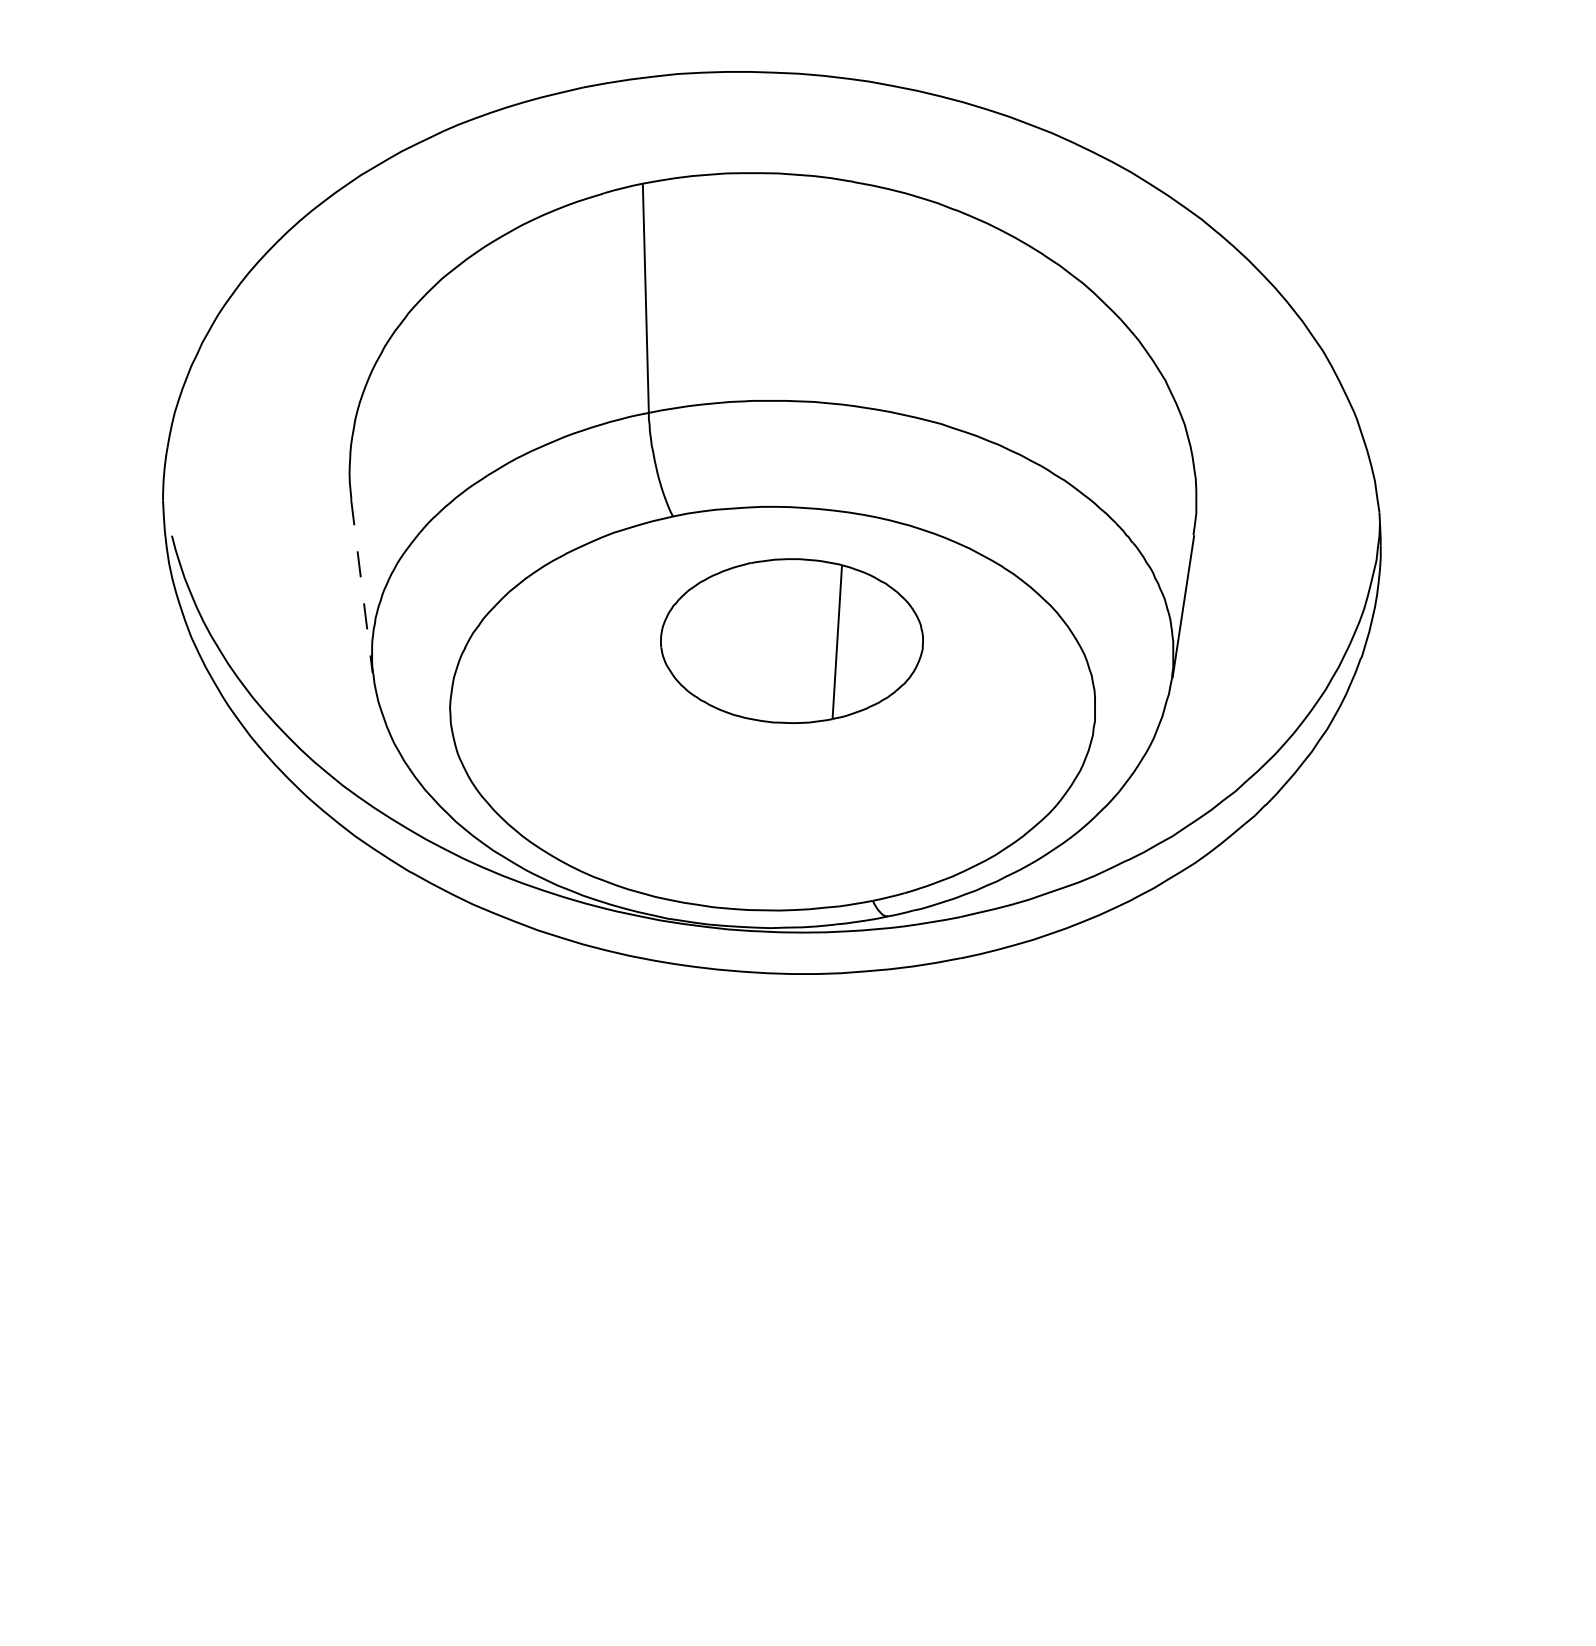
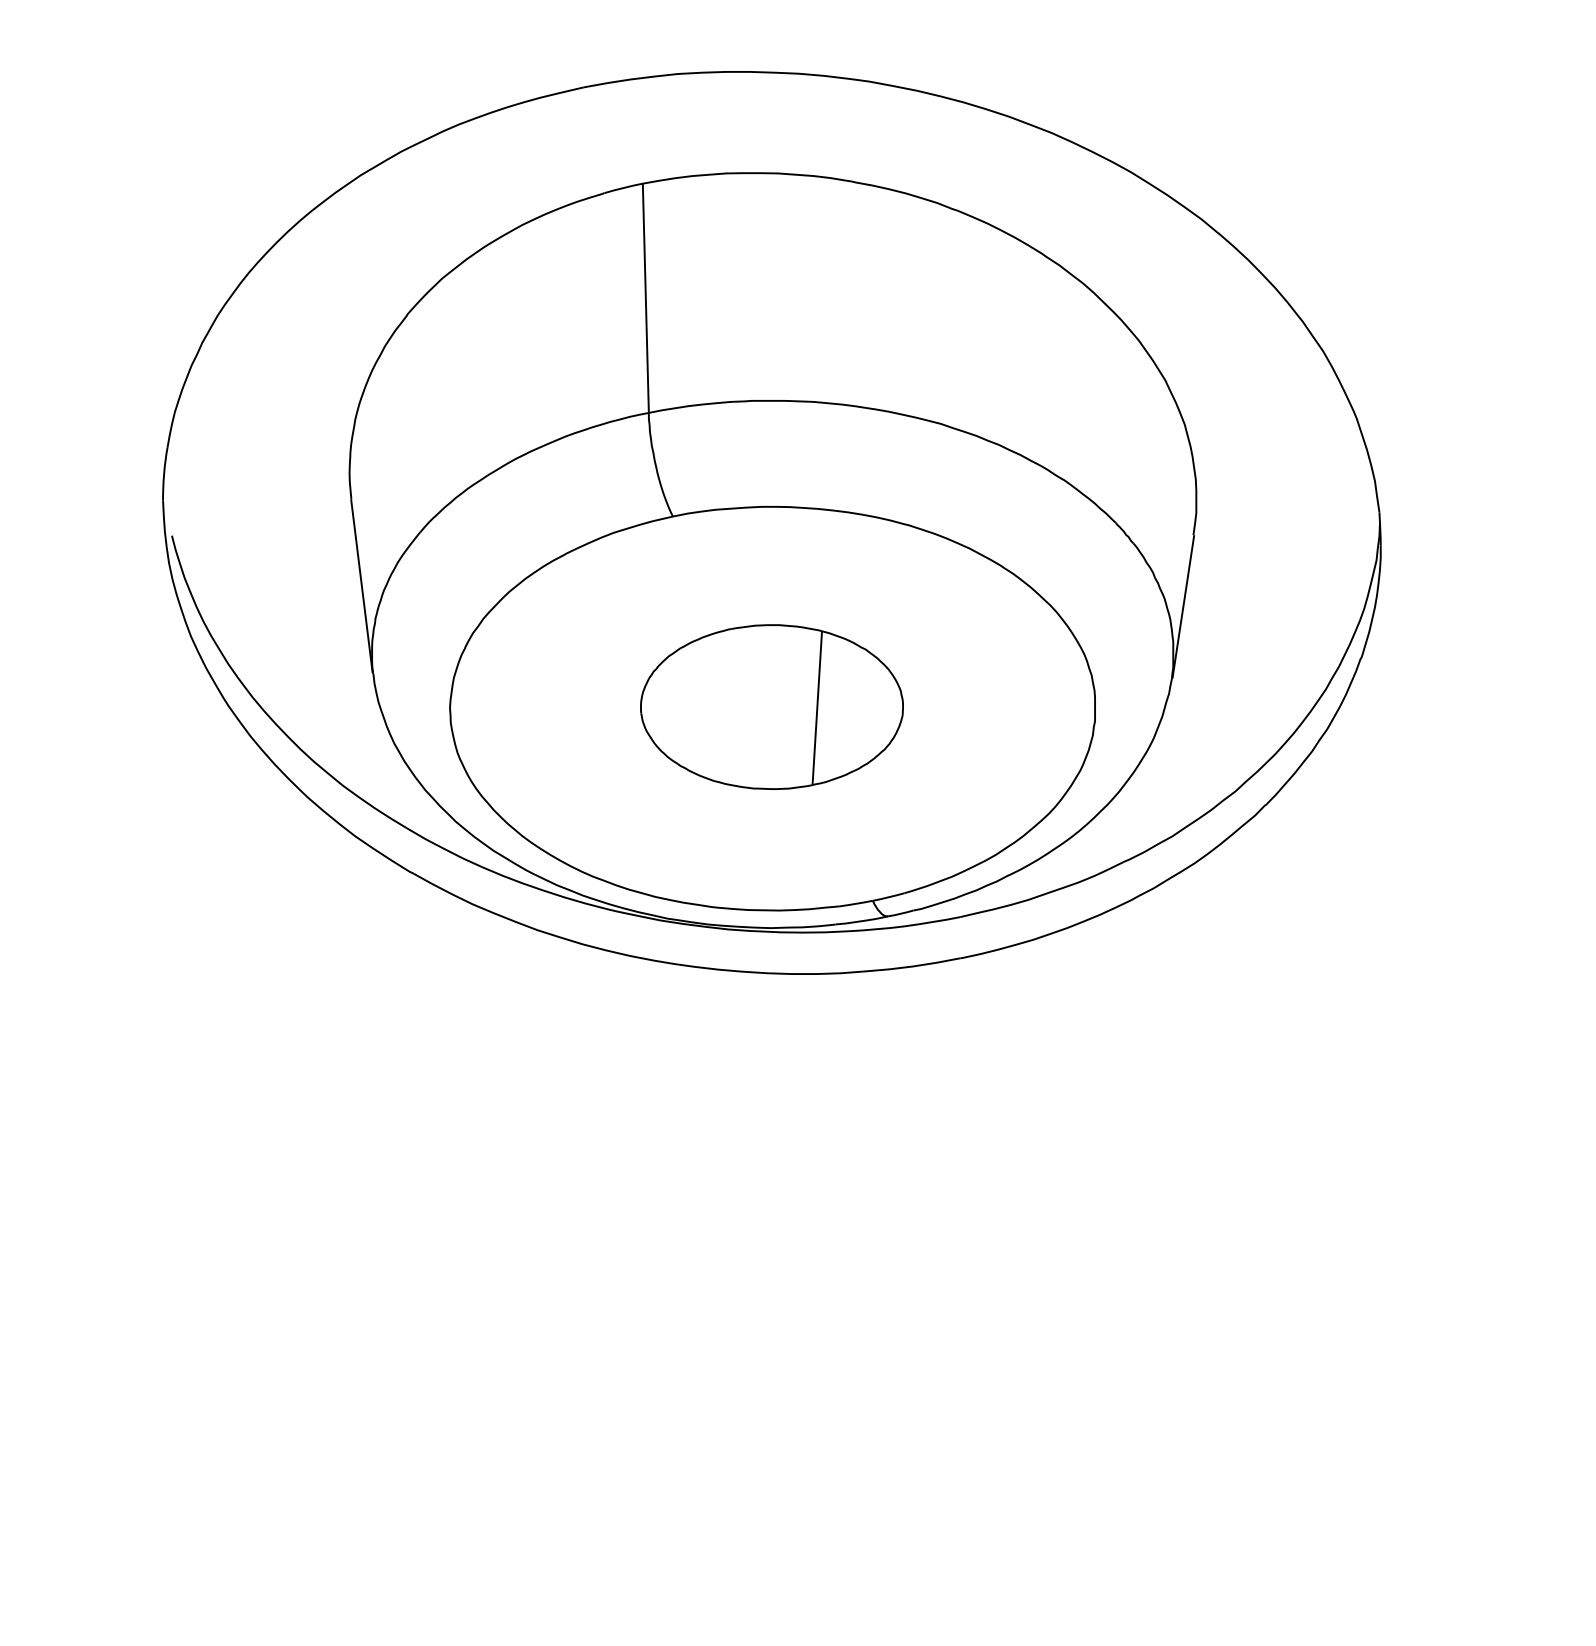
line at (361, 586): dashed -> solid
part at (791, 640) position: (791, 640) -> (771, 706)
